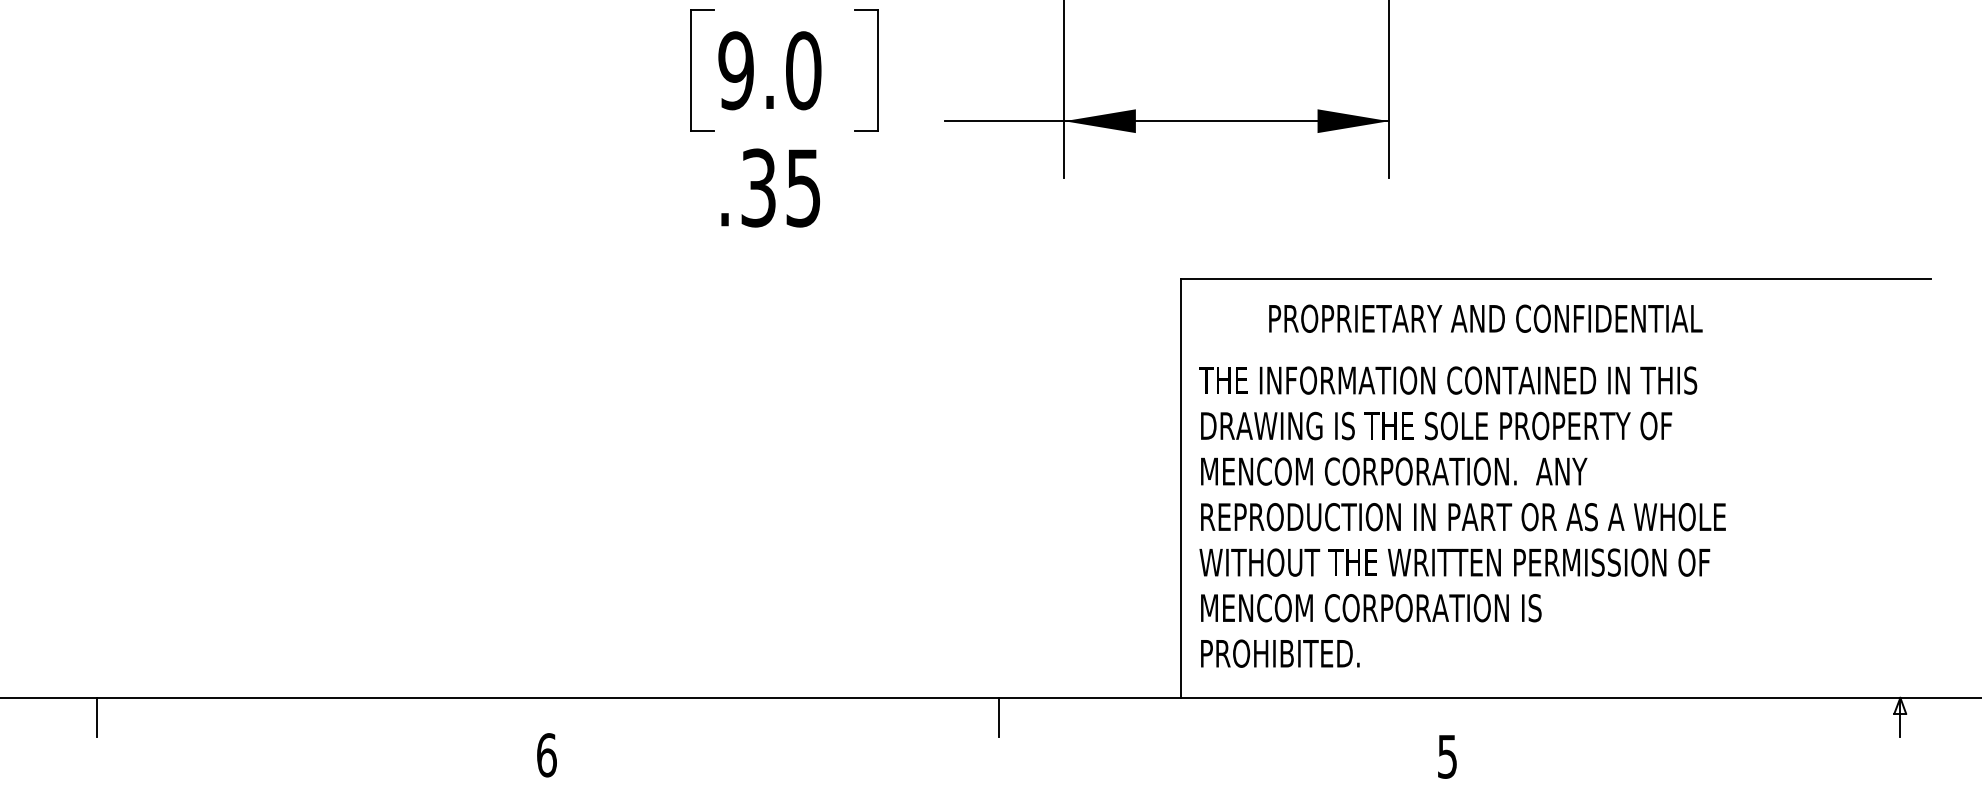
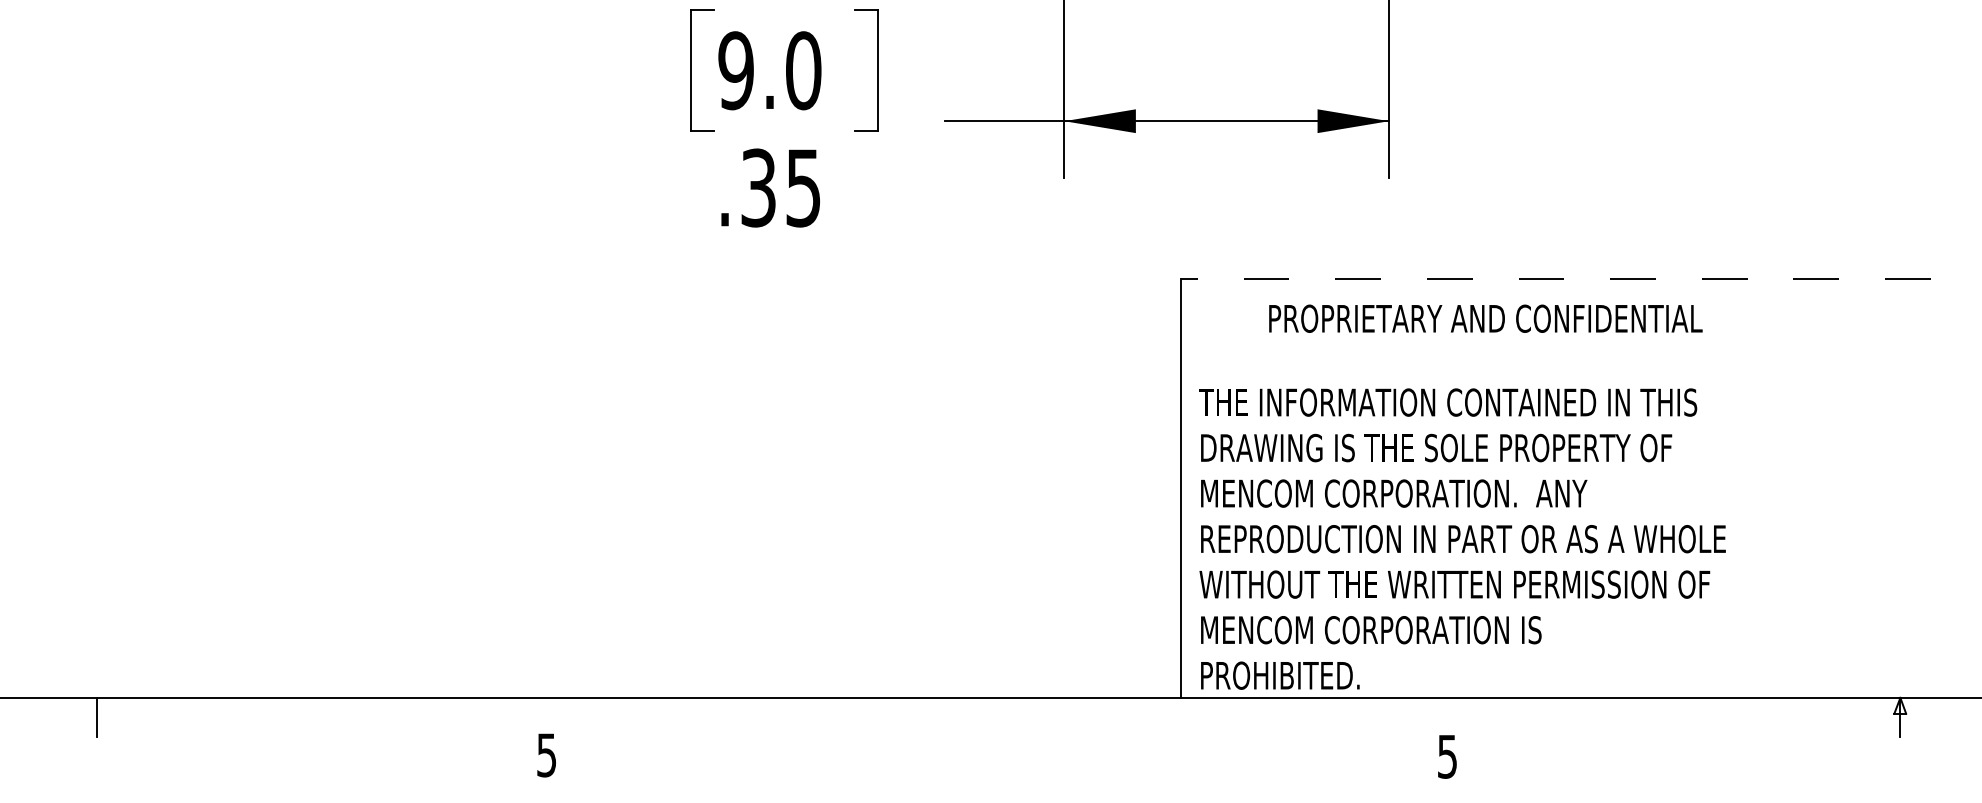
line at (1555, 279): solid -> dashed
text at (1462, 516) position: (1462, 516) -> (1462, 538)
line at (998, 716): present -> none
text at (546, 755): 6 -> 5
